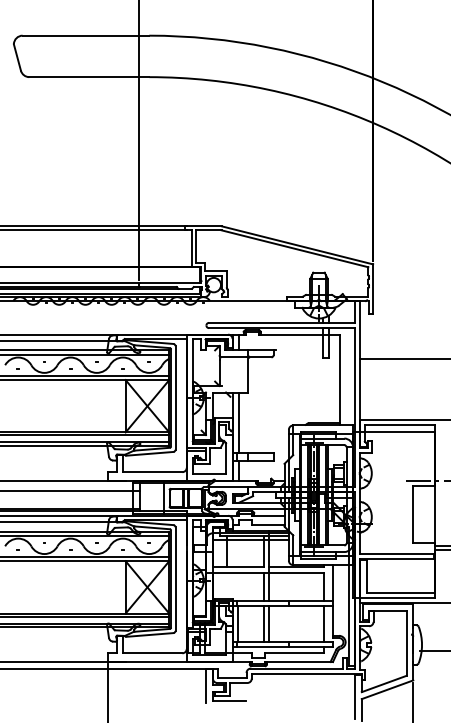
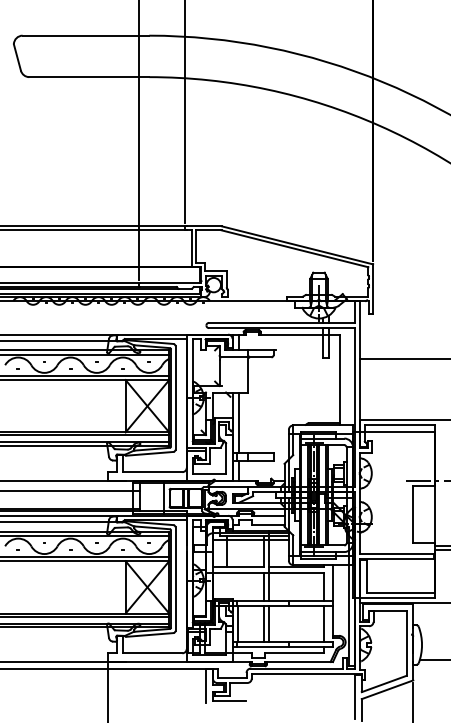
line at (185, 112): none -> present
line at (433, 650) position: (433, 650) -> (433, 659)
